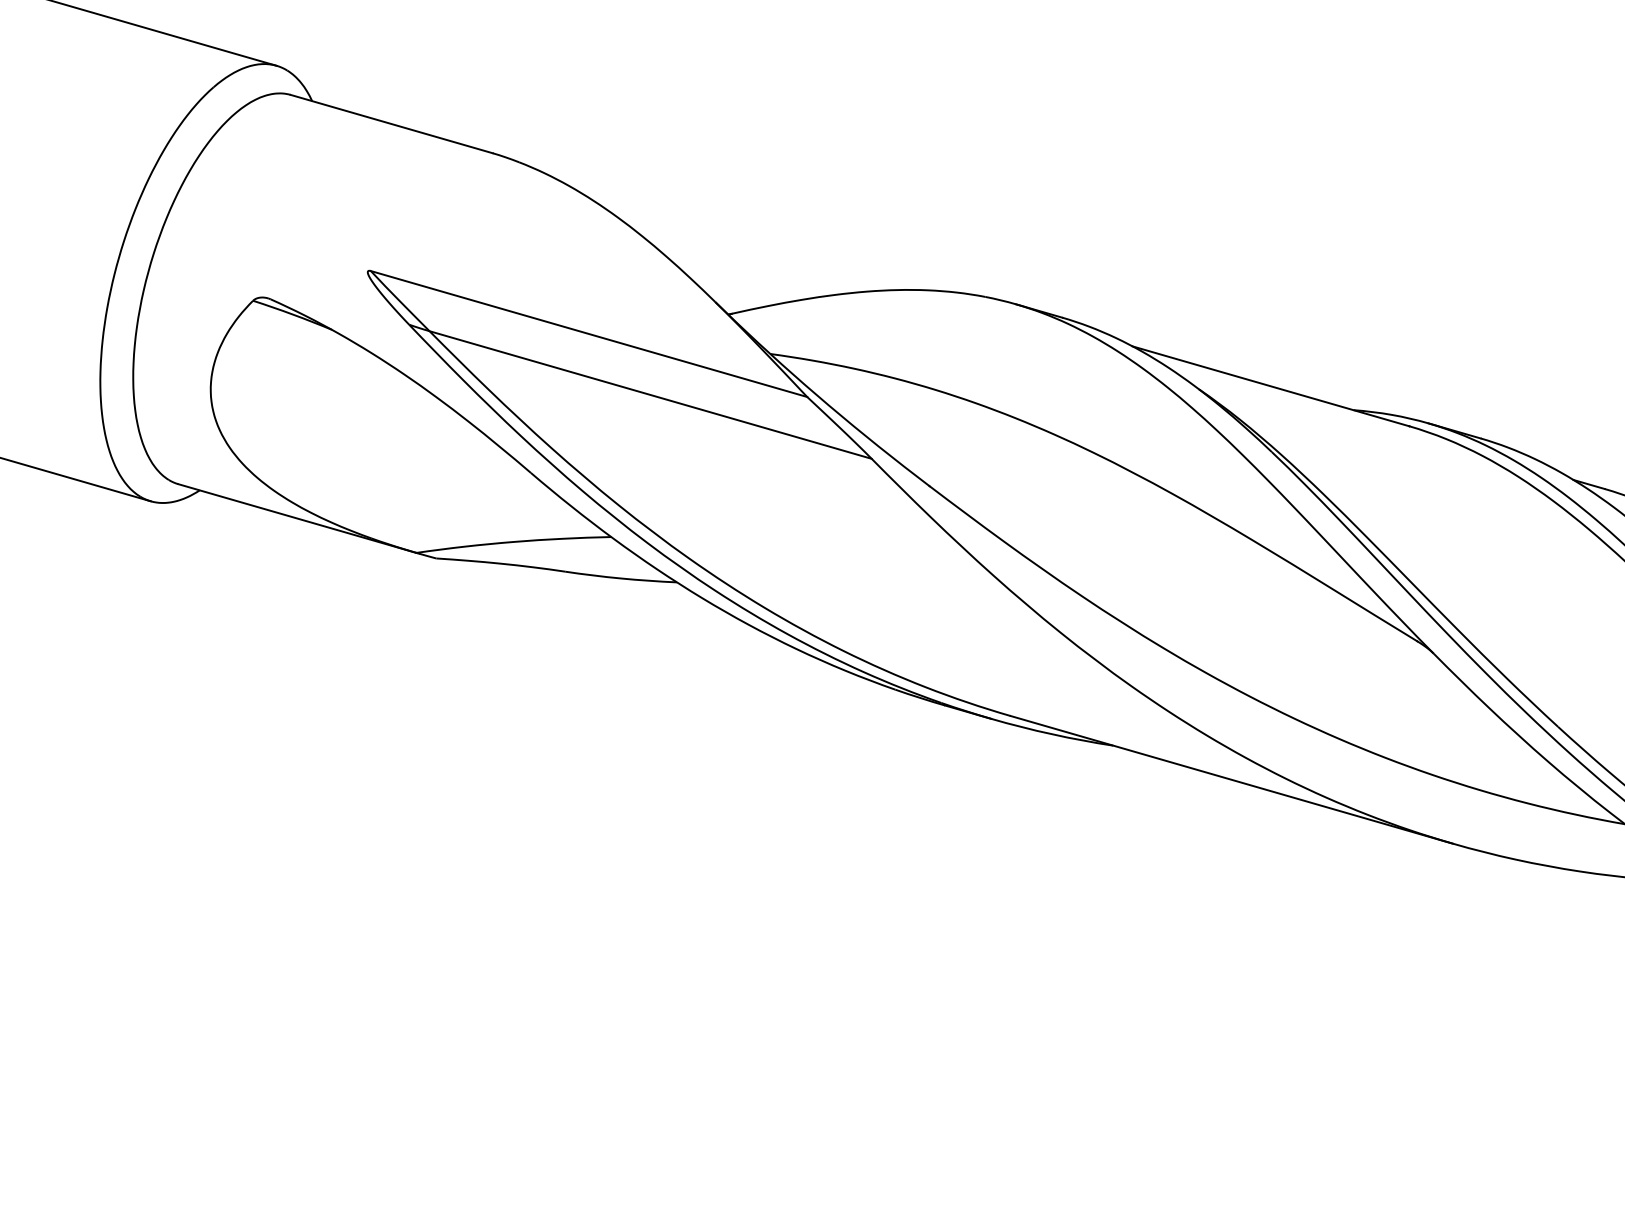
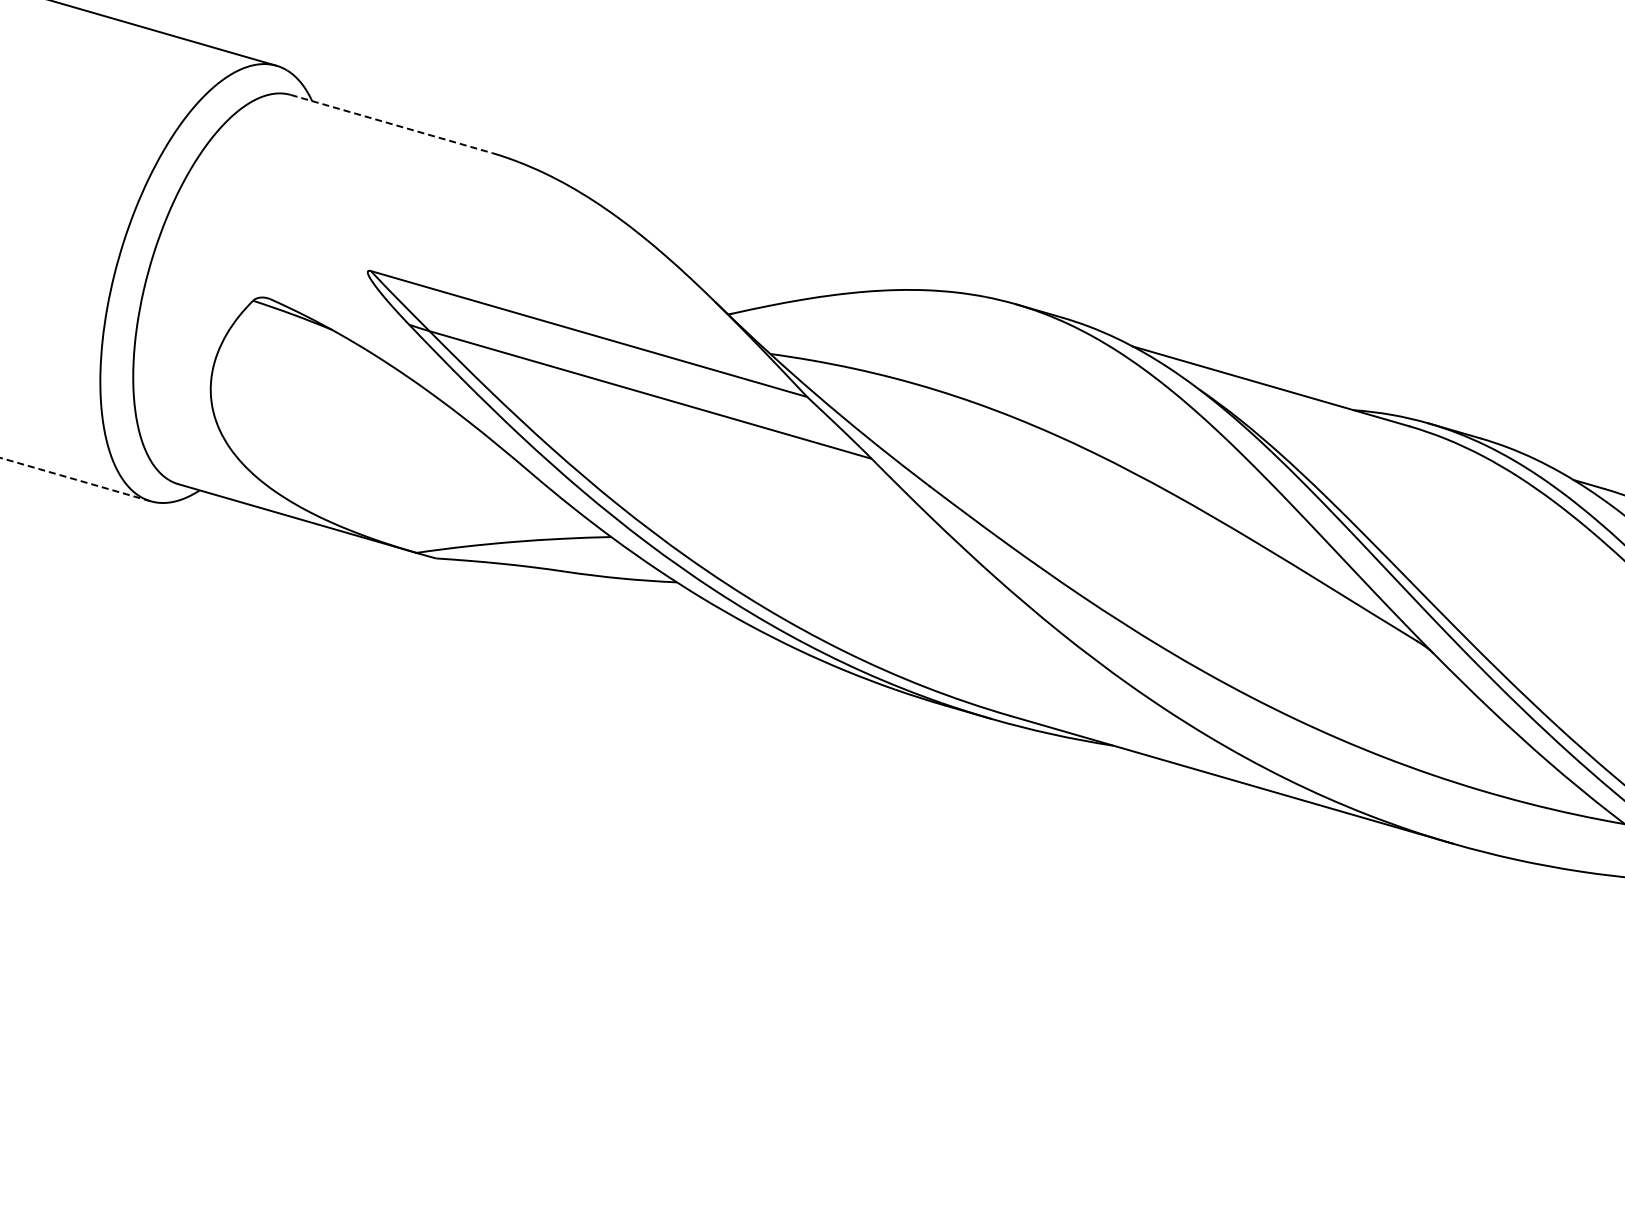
line at (392, 124): solid -> dashed
line at (74, 479): solid -> dashed
